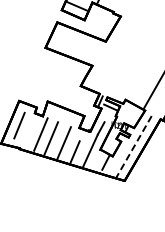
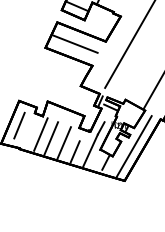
line at (74, 43): none -> present
line at (129, 44): none -> present
line at (133, 147): dashed -> solid
